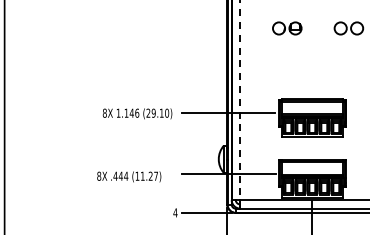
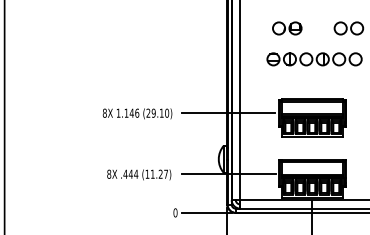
part at (314, 59): none -> present
line at (240, 100): dashed -> solid
text at (129, 176) position: (129, 176) -> (139, 174)
text at (175, 212): 4 -> 0
